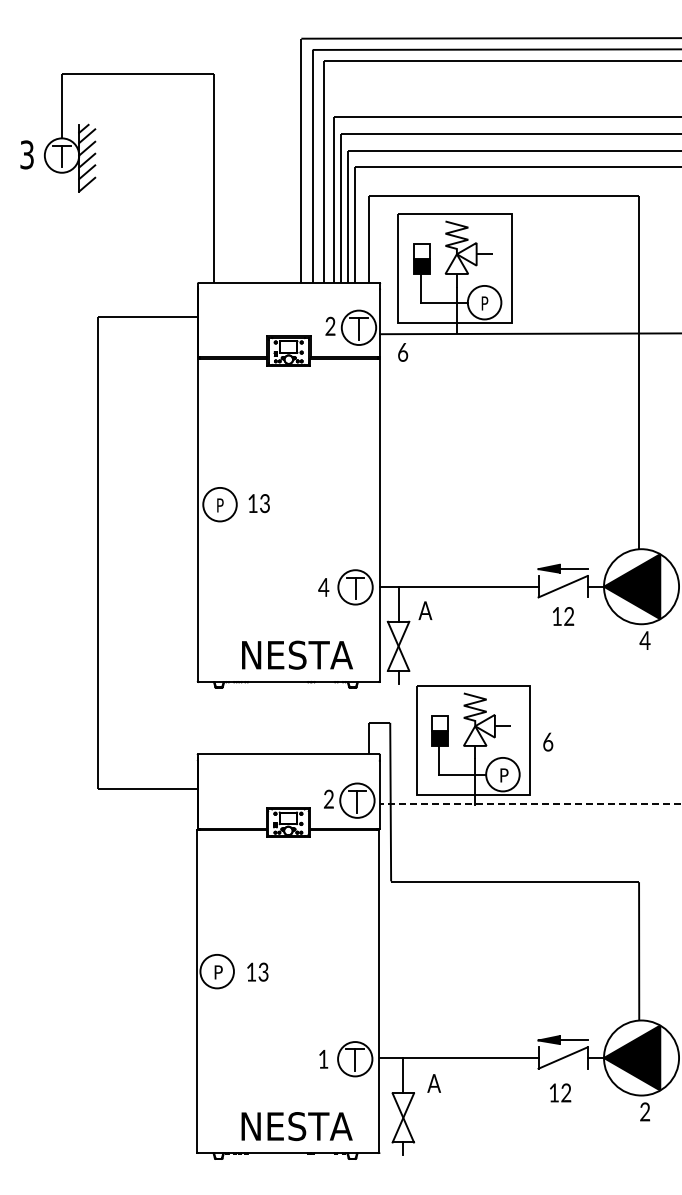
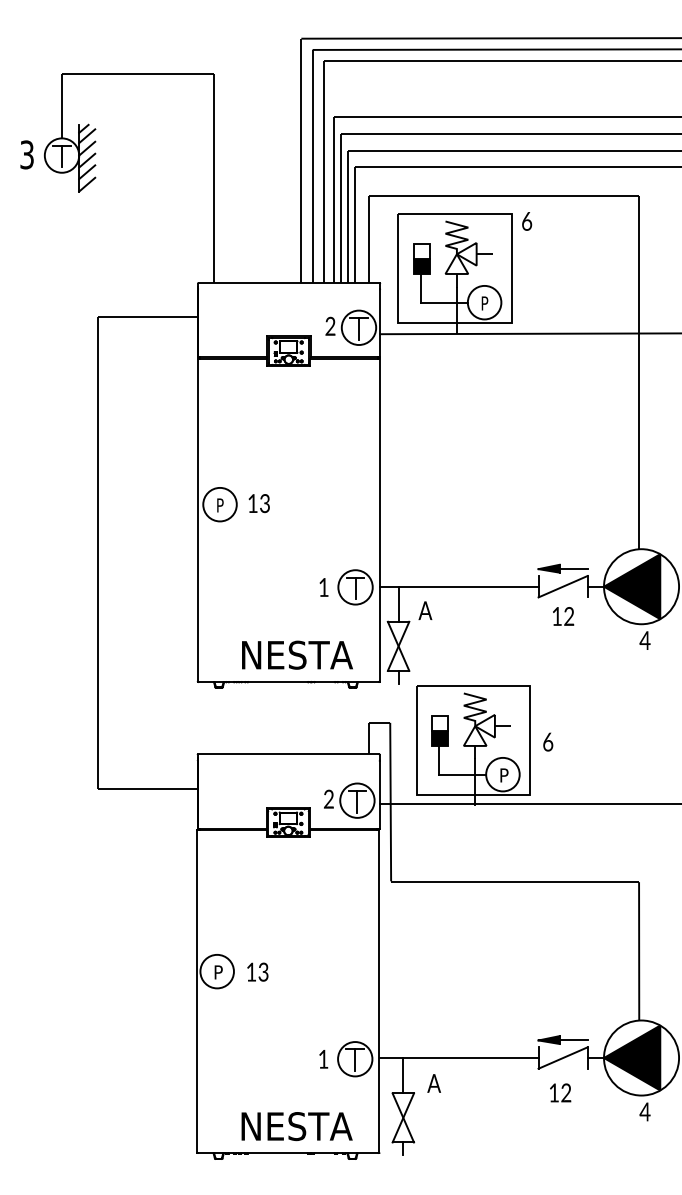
text at (403, 352) position: (403, 352) -> (527, 221)
text at (323, 587): 4 -> 1
line at (530, 804): dashed -> solid
text at (644, 1111): 2 -> 4
